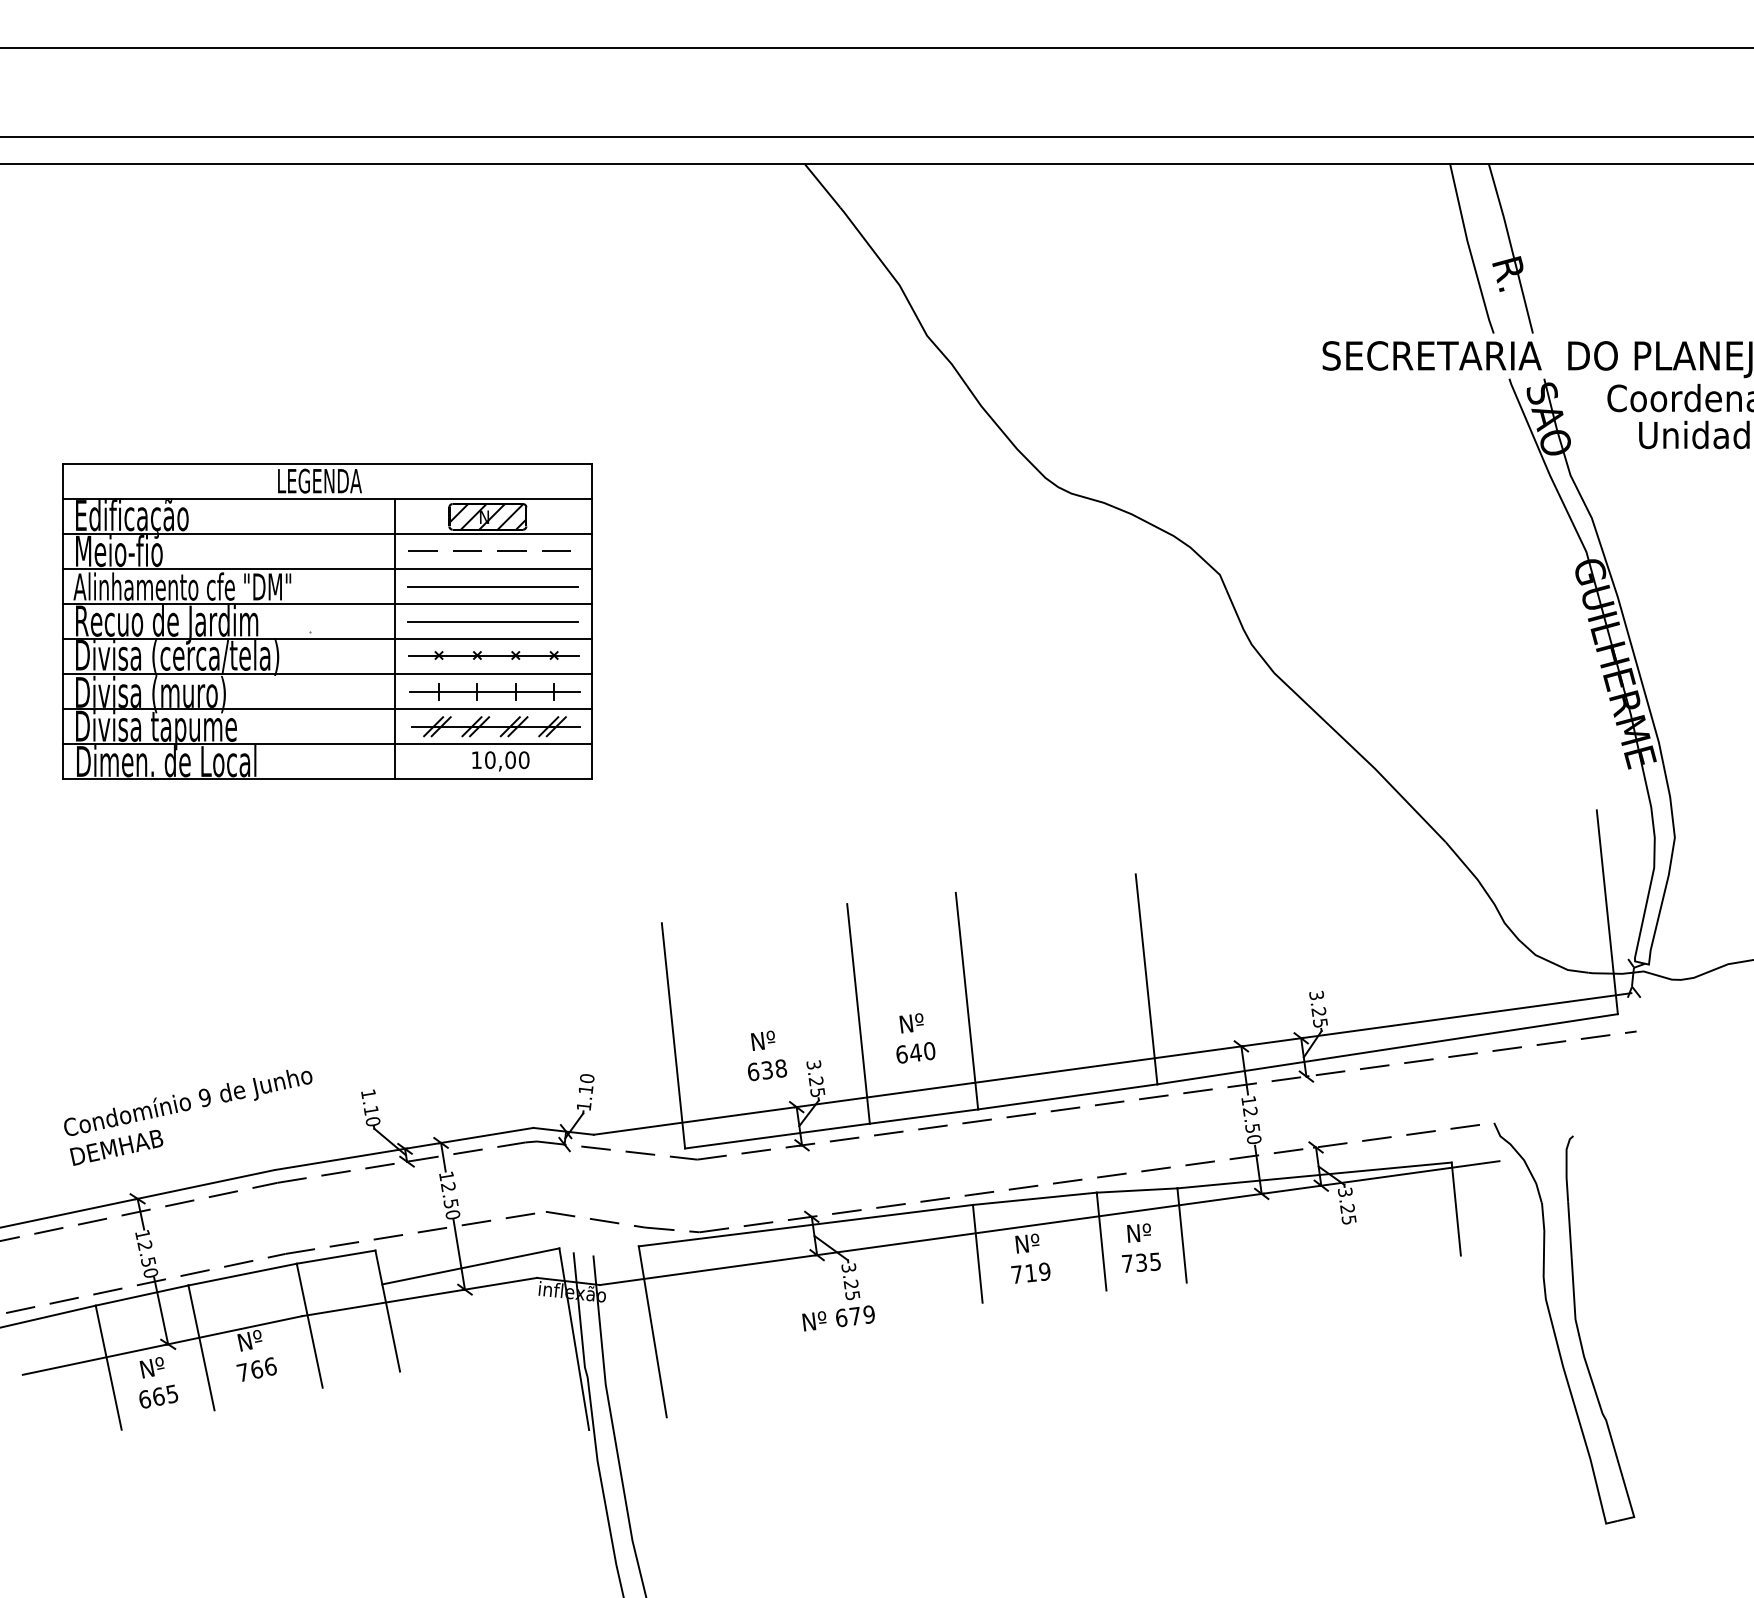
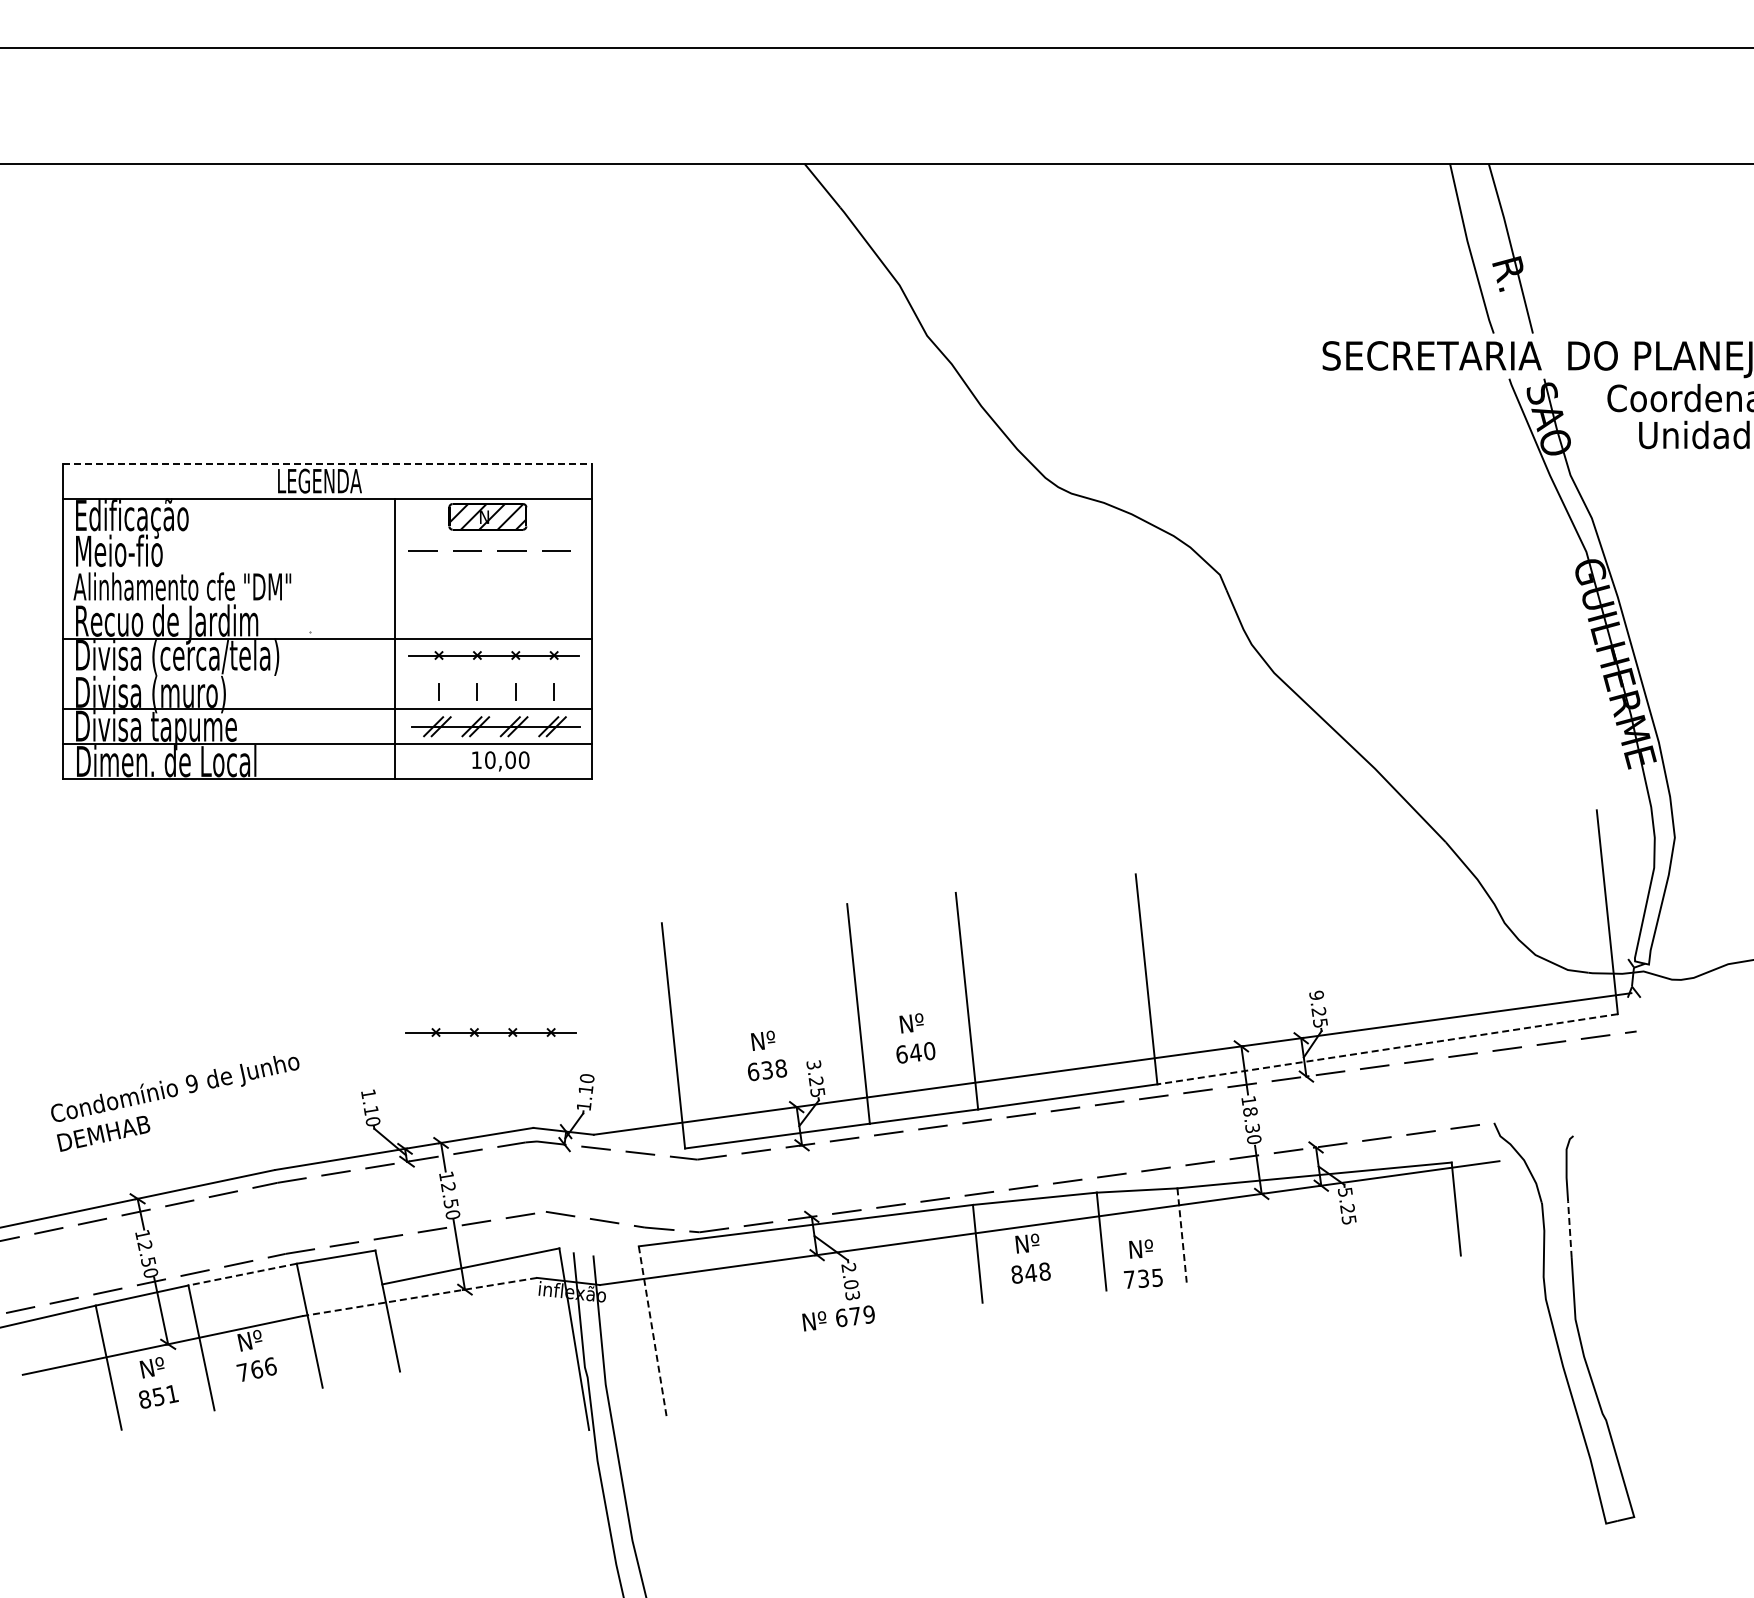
line at (876, 137): present -> none
line at (327, 464): solid -> dashed
line at (326, 534): present -> none
line at (326, 568): present -> none
line at (492, 587): present -> none
line at (326, 603): present -> none
line at (492, 621): present -> none
line at (326, 673): present -> none
line at (494, 691): present -> none
text at (1316, 995): 3.25 -> 9.25
part at (490, 1032): none -> present
line at (1387, 1049): solid -> dashed
text at (188, 1117) position: (188, 1117) -> (175, 1103)
text at (1251, 1120): 12.50 -> 18.30
text at (1345, 1191): 3.25 -> 5.25
line at (1569, 1229): solid -> dashed
line at (1182, 1236): solid -> dashed
text at (1140, 1247) position: (1140, 1247) -> (1142, 1263)
text at (1030, 1272): 719 -> 848
line at (242, 1274): solid -> dashed
text at (850, 1281): 3.25 -> 2.03
line at (420, 1296): solid -> dashed
line at (652, 1331): solid -> dashed
text at (158, 1396): 665 -> 851
